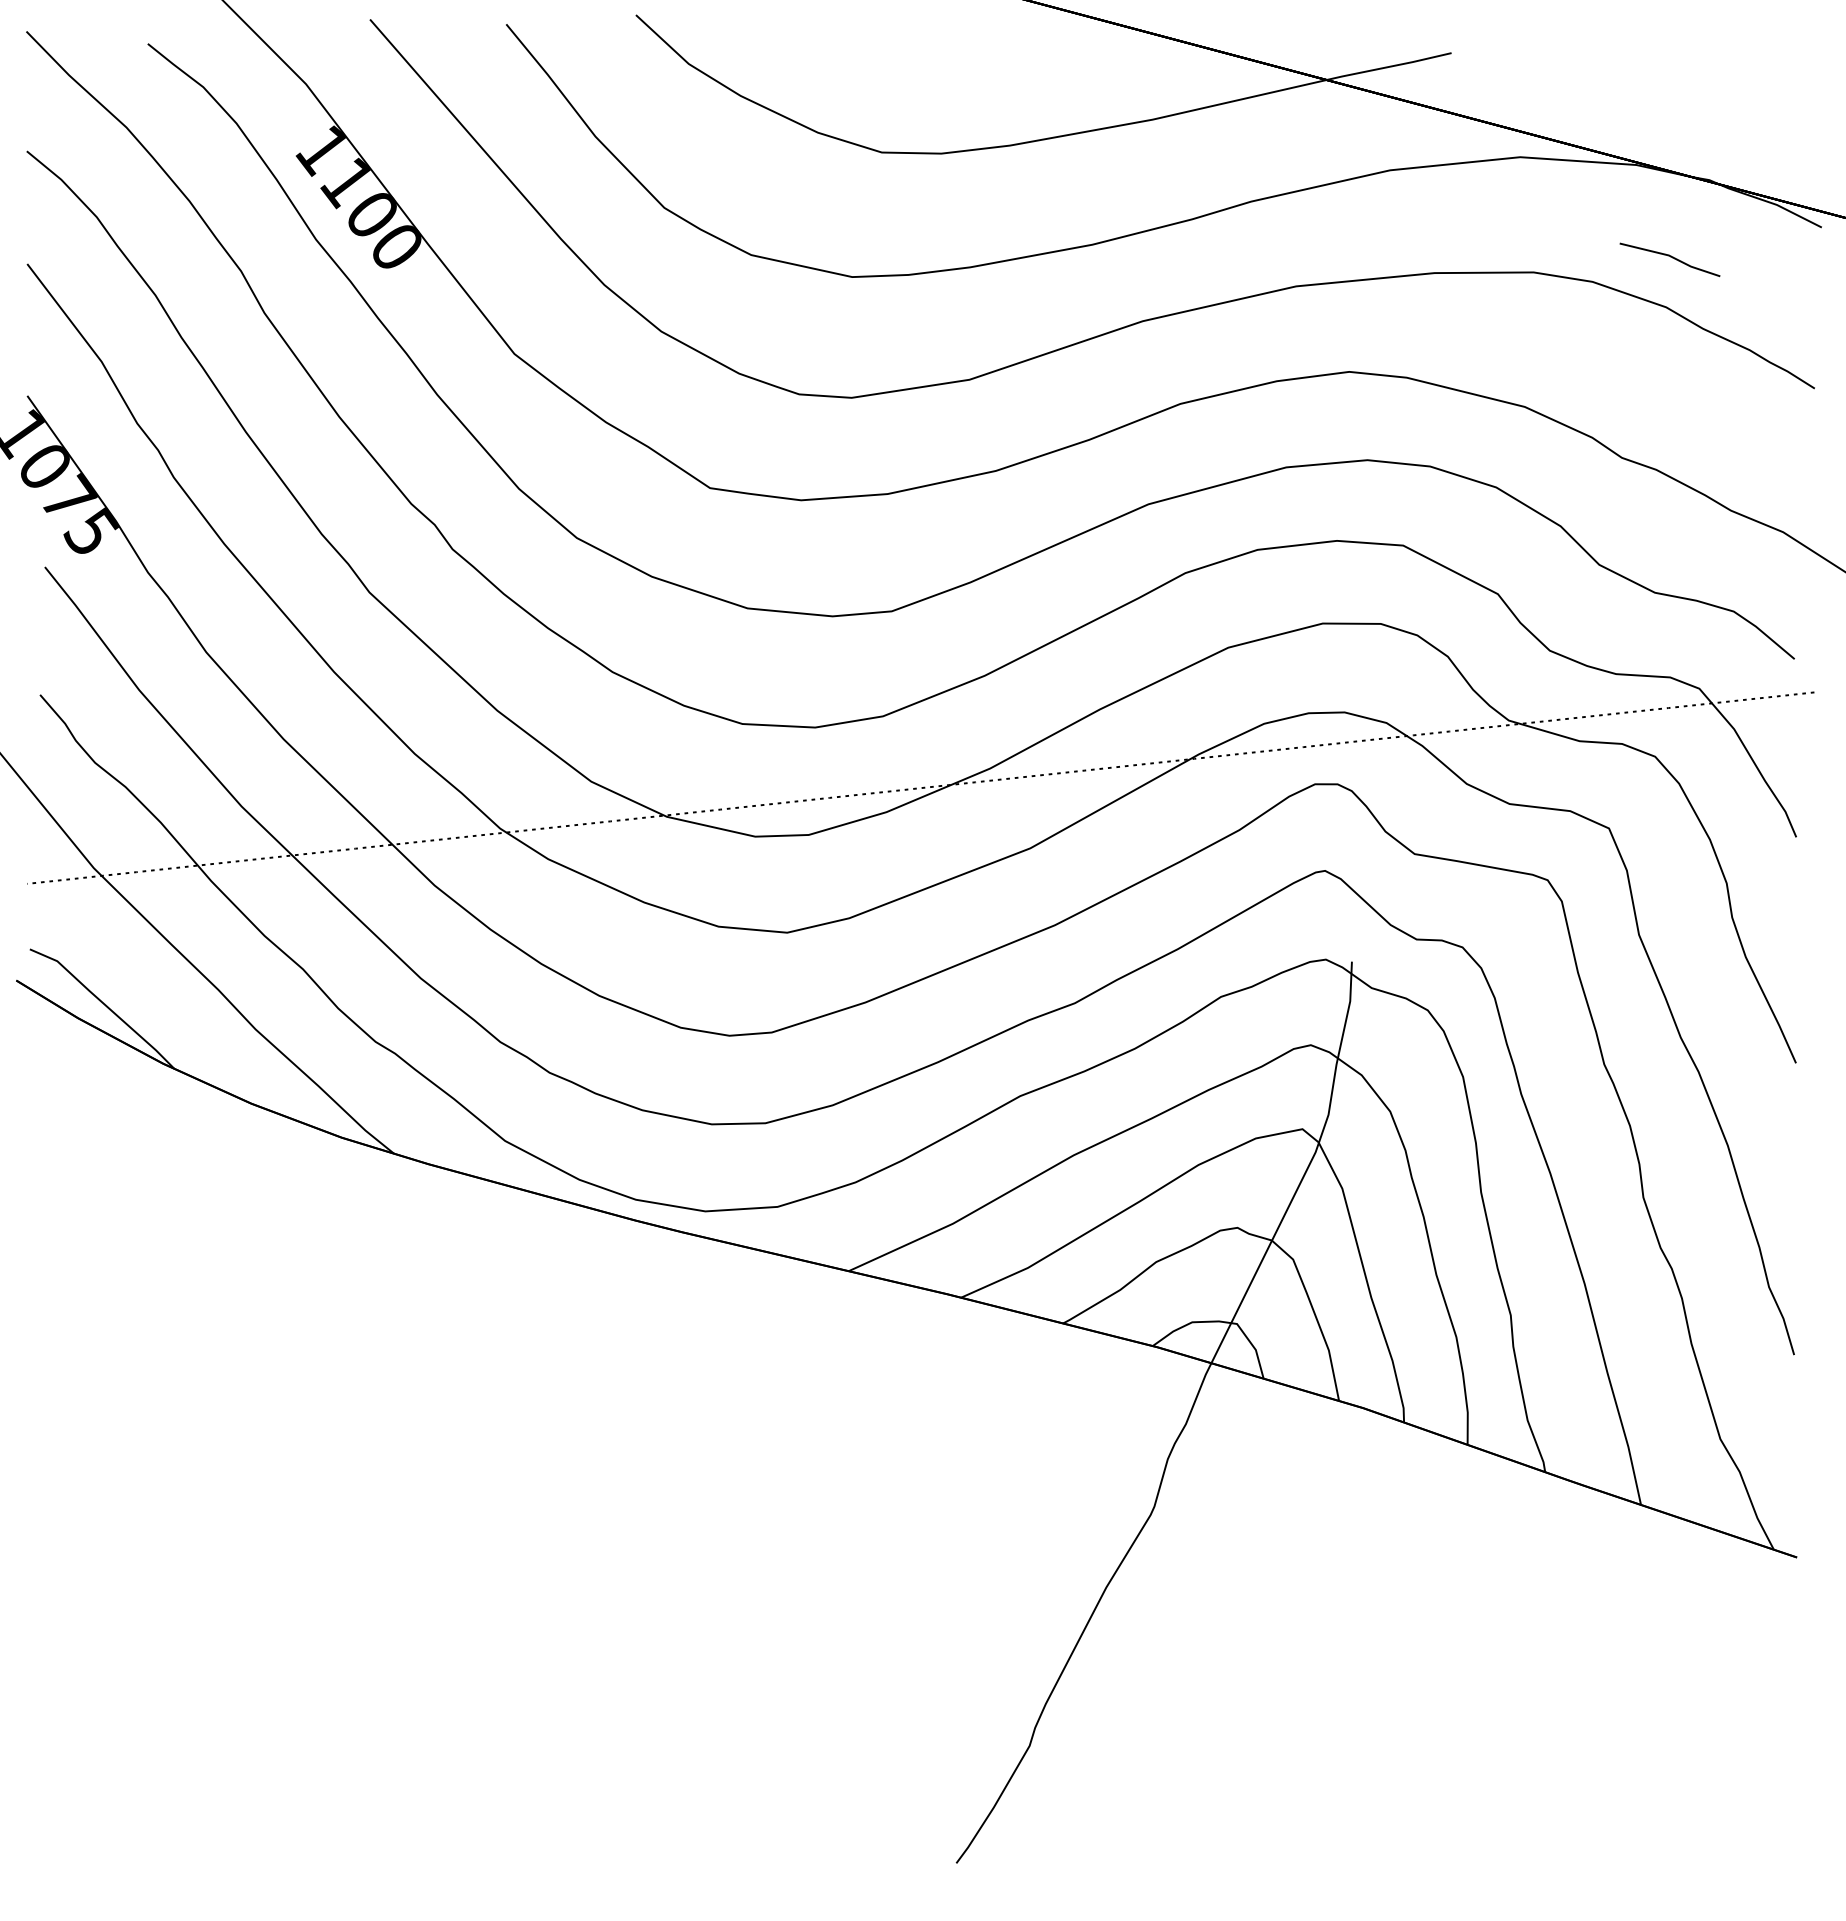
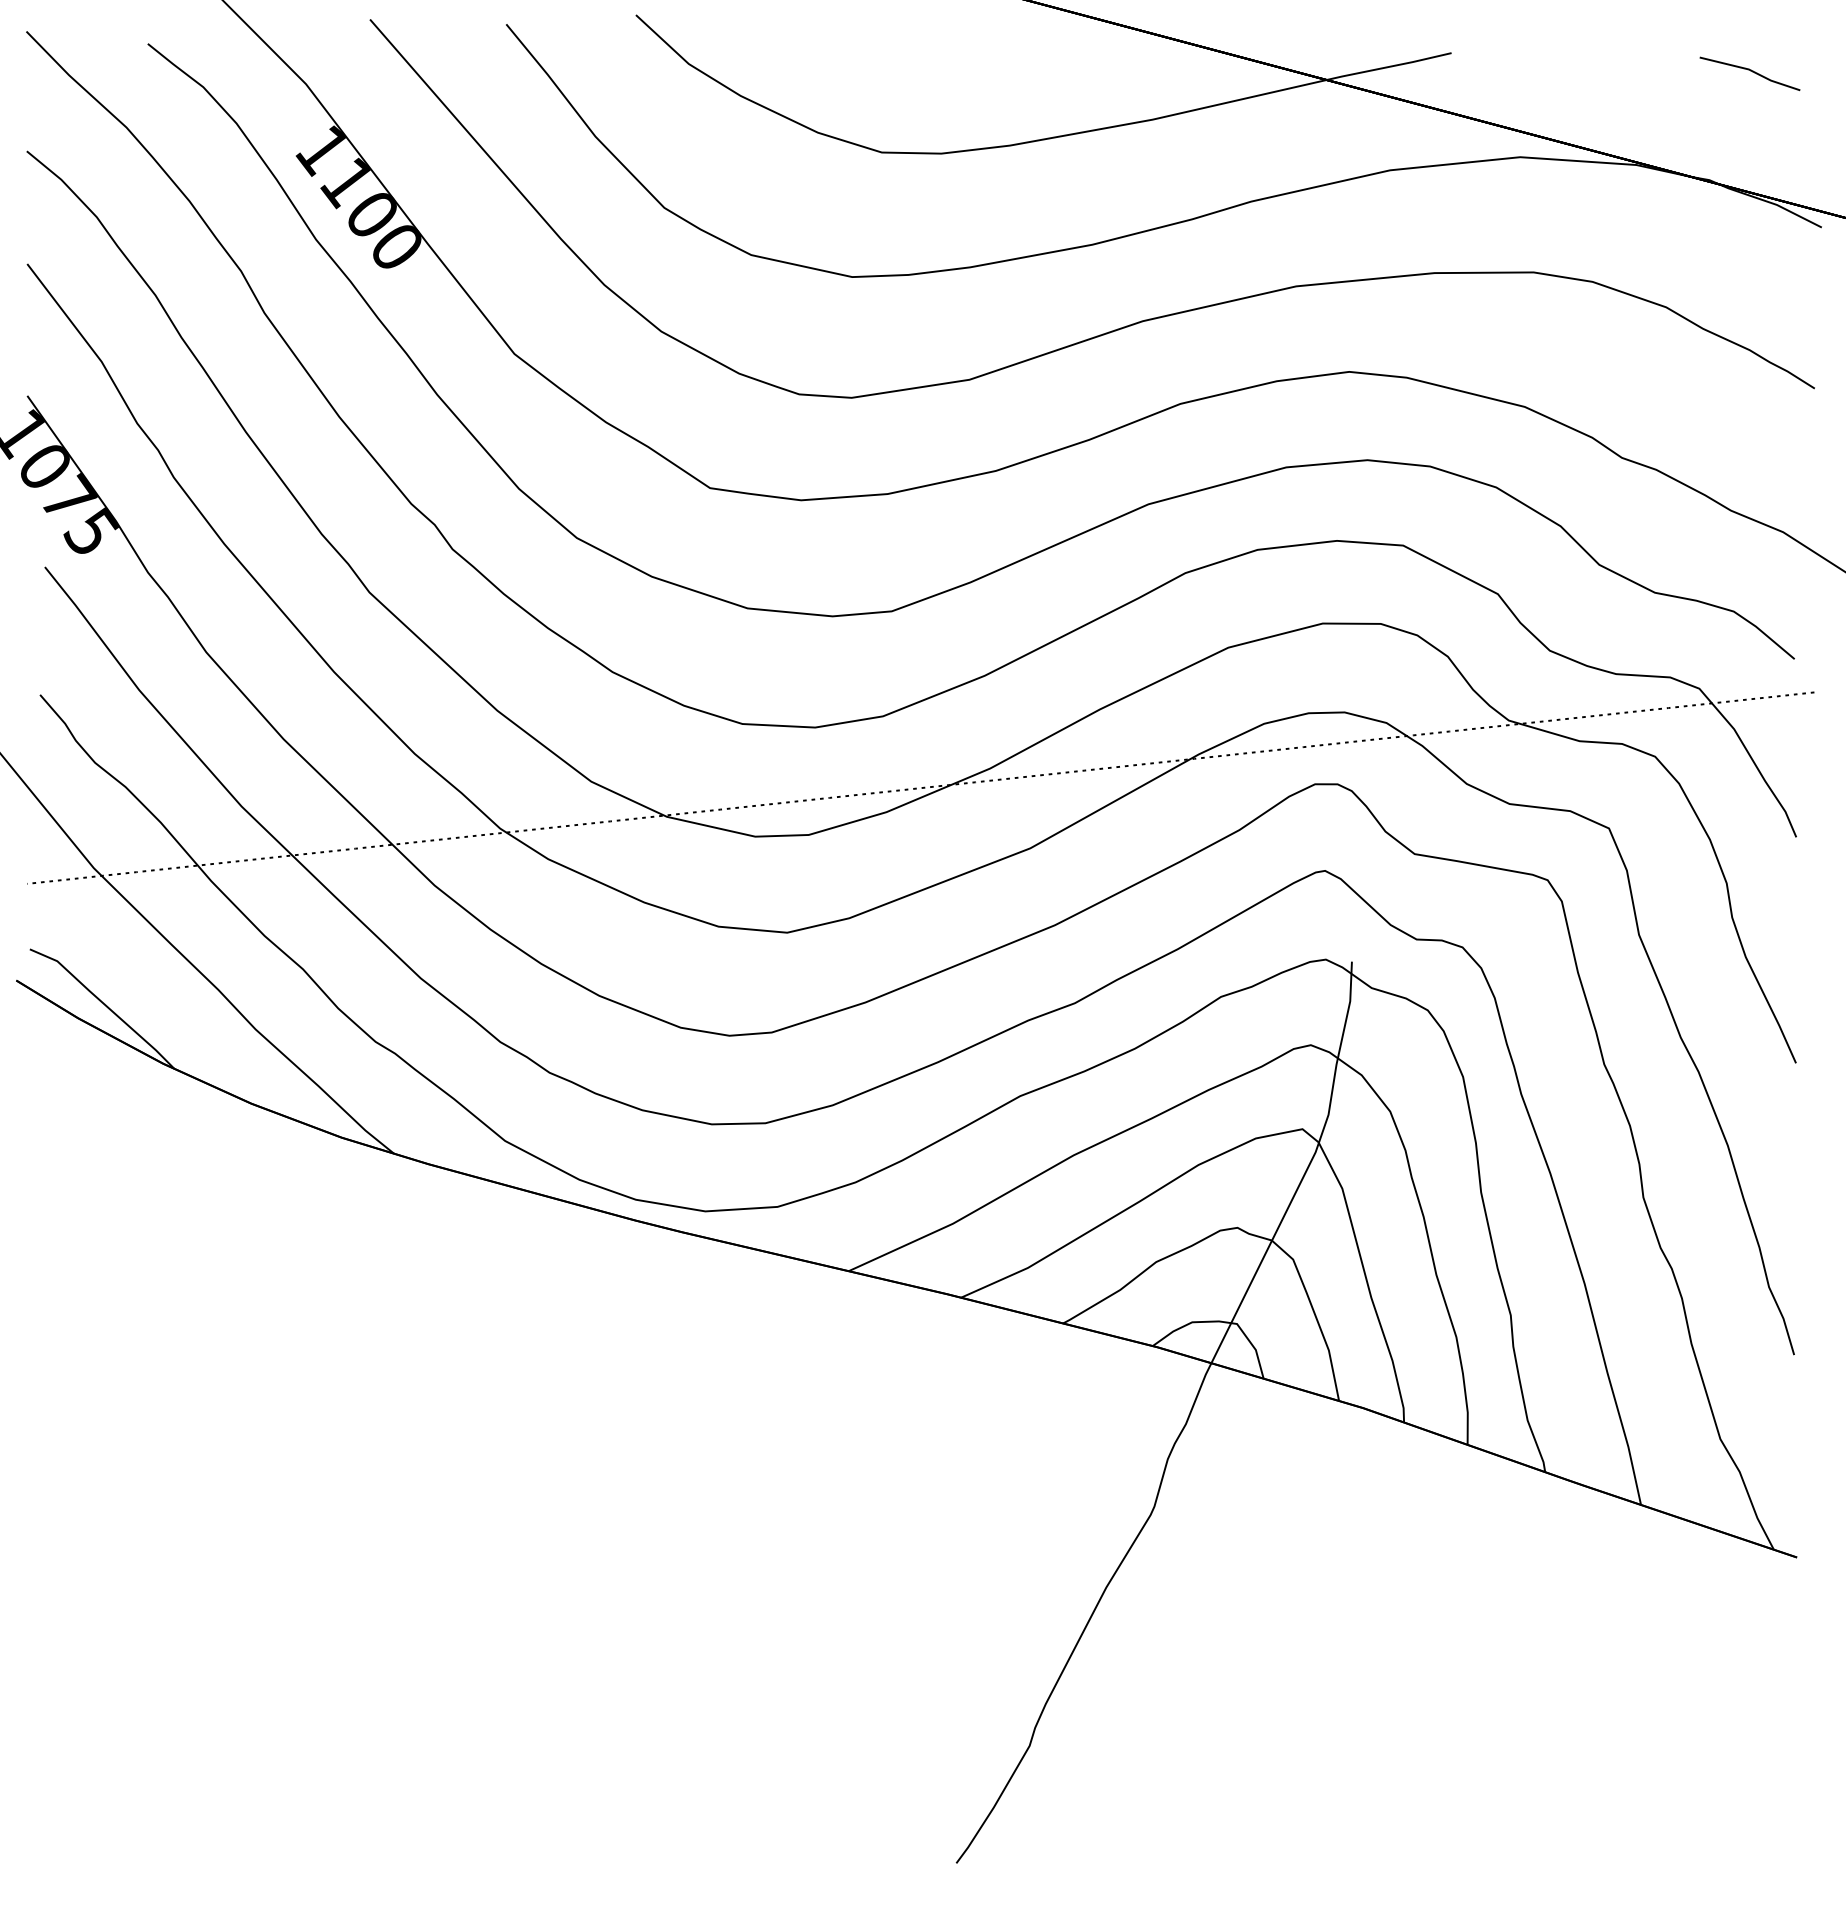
line at (1670, 257) position: (1670, 257) -> (1750, 71)
